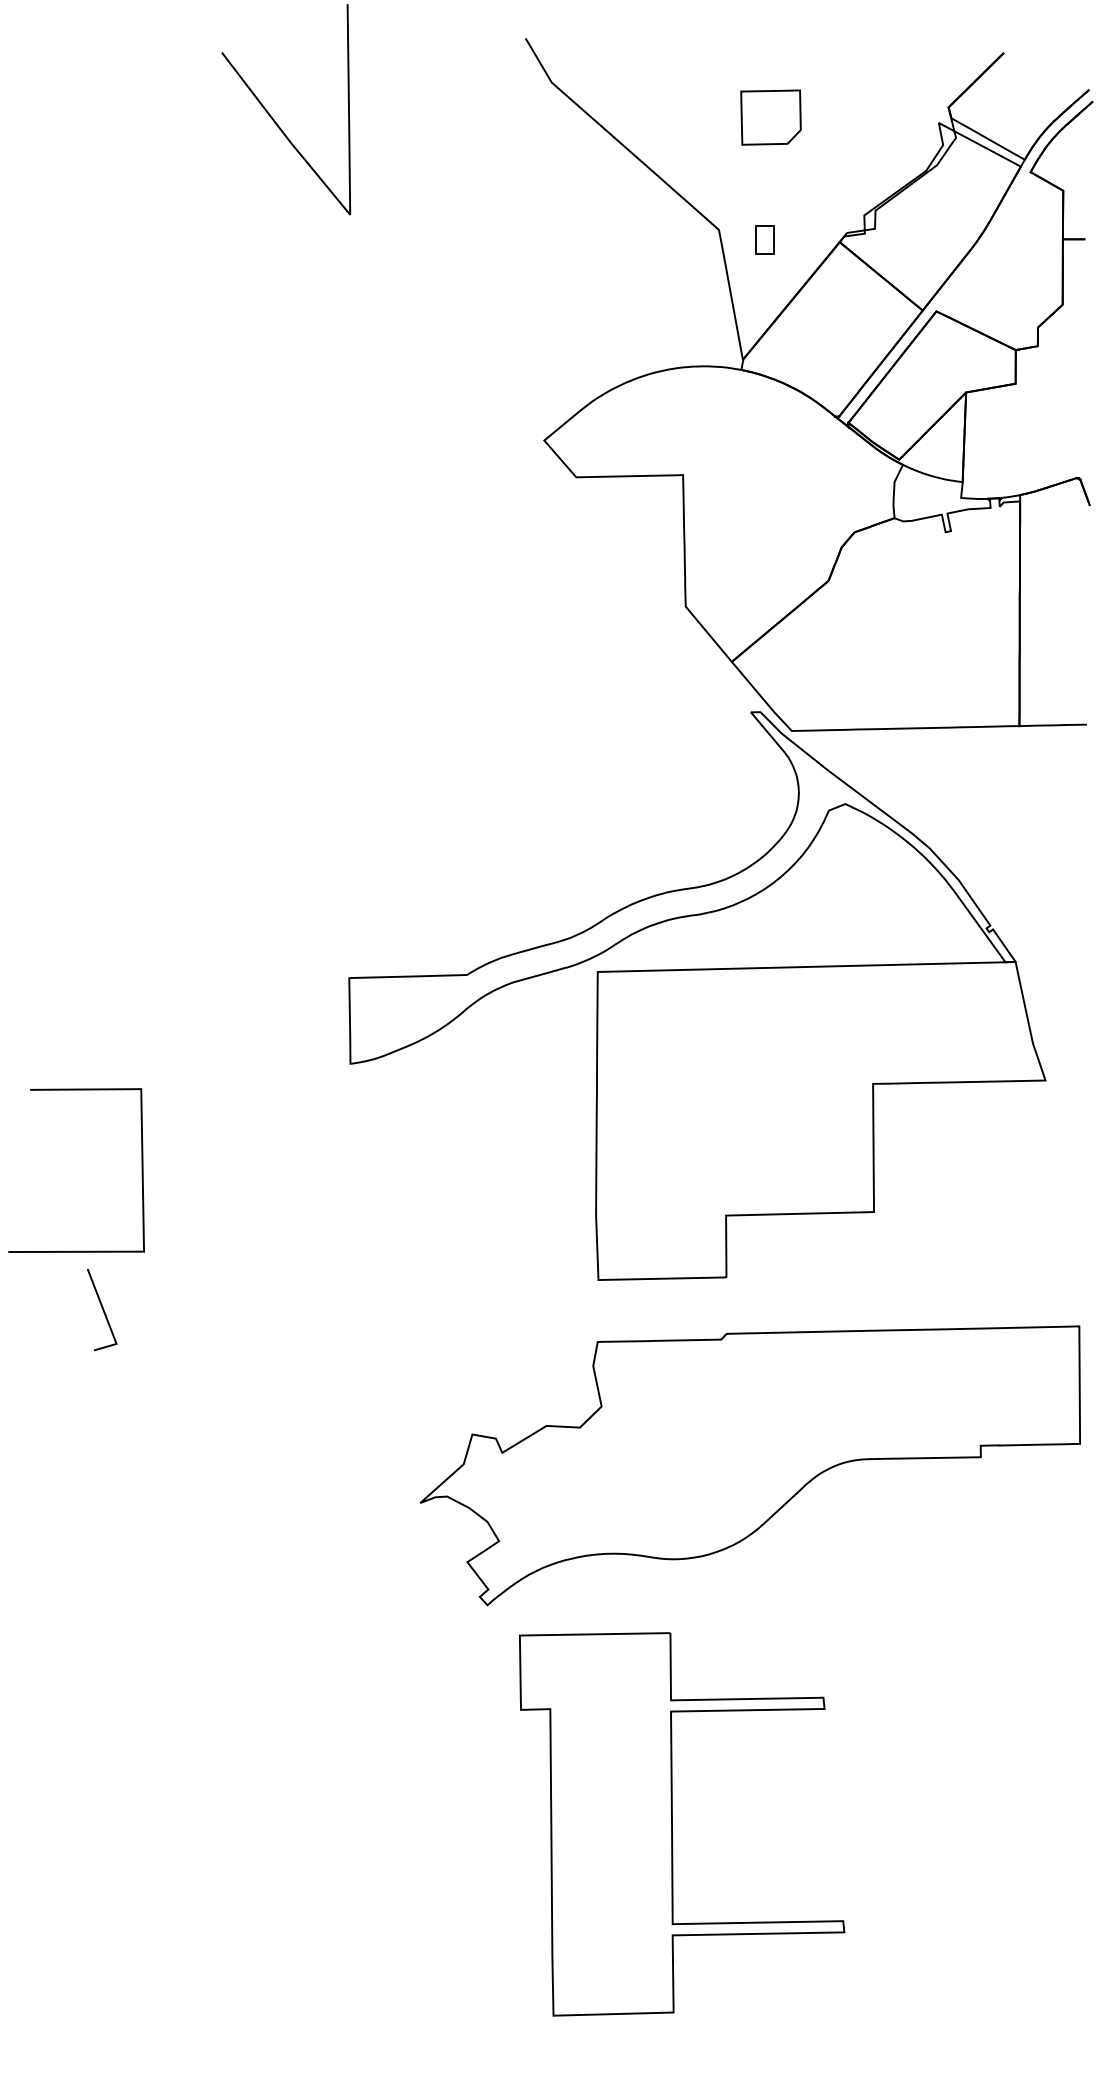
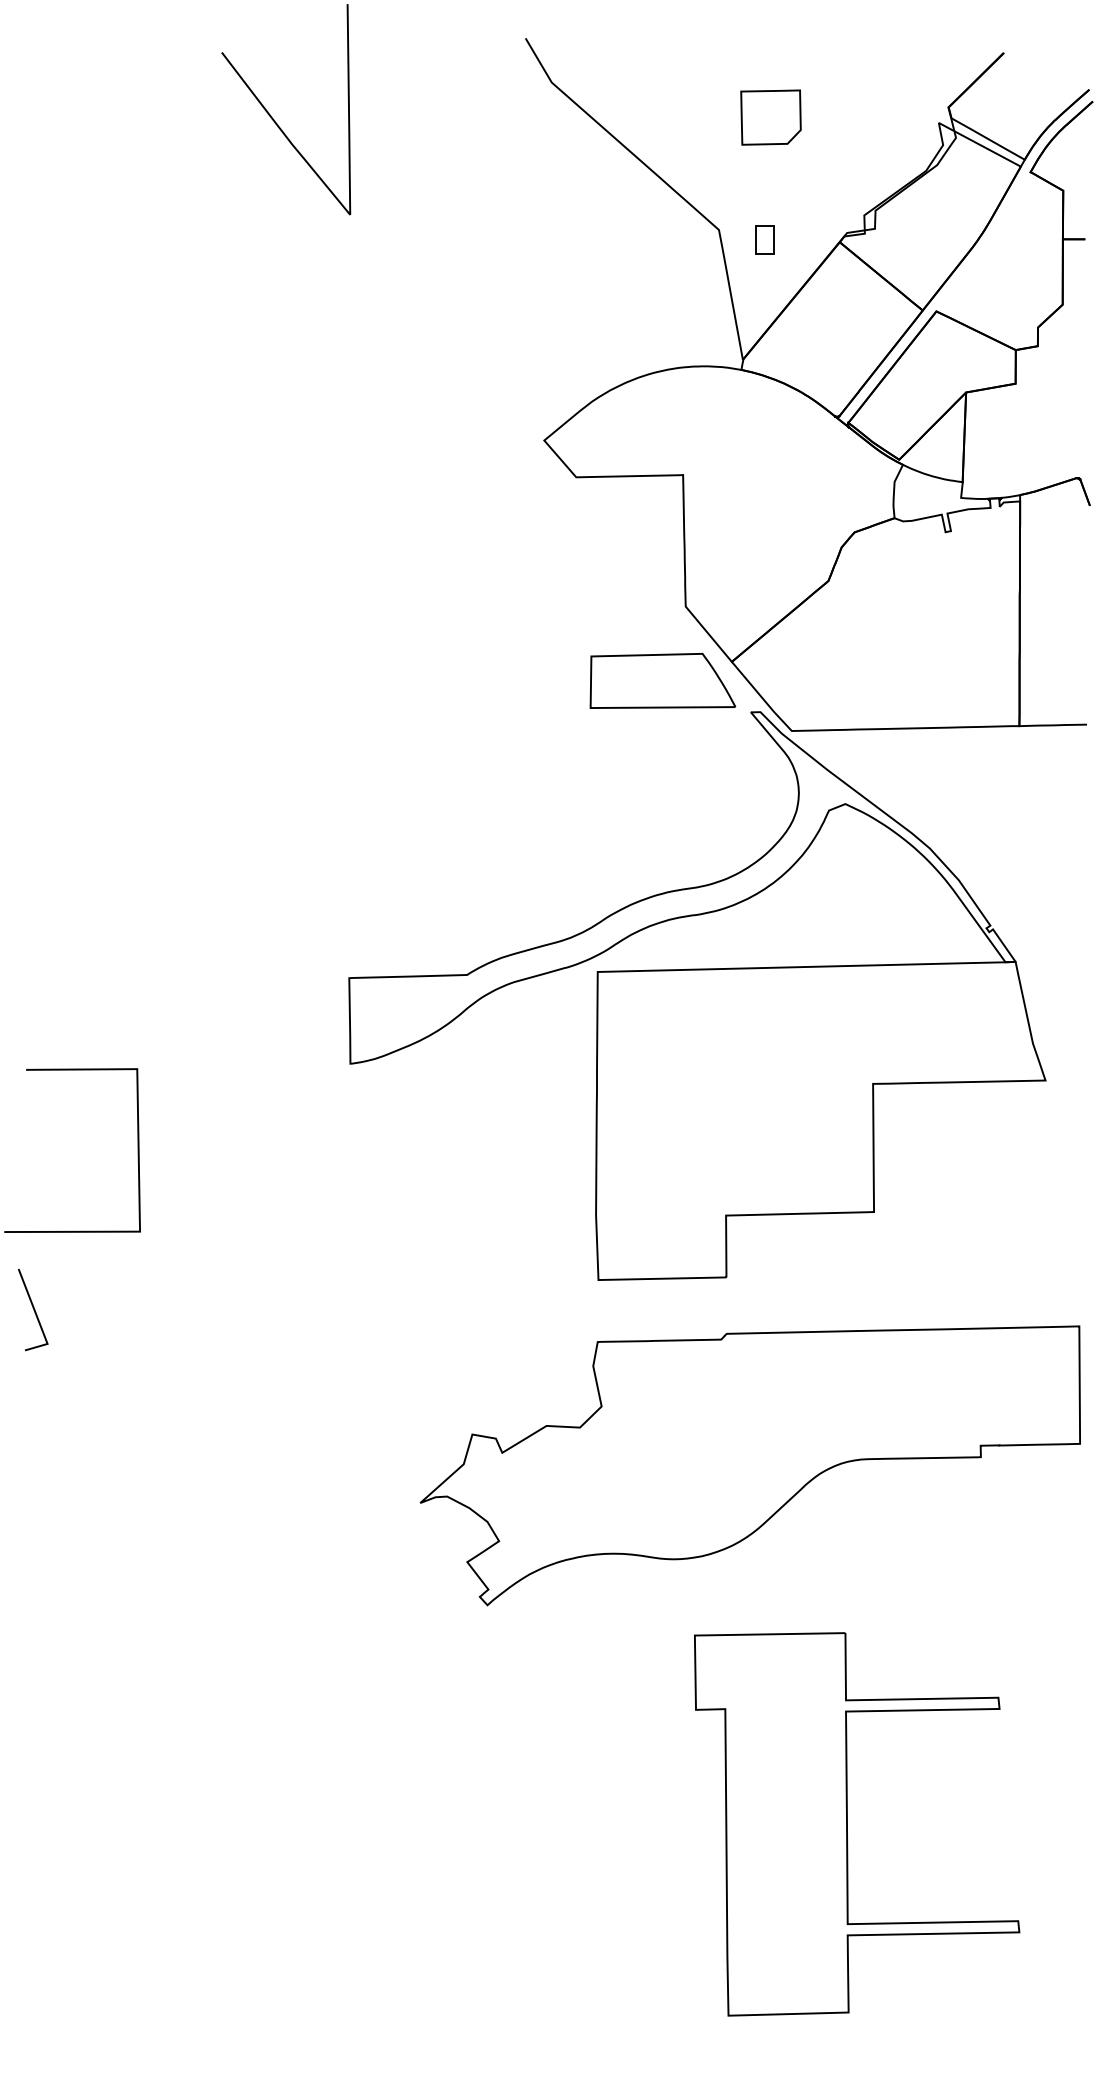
part at (662, 680): none -> present
line at (141, 1170) position: (141, 1170) -> (137, 1150)
line at (102, 1309) position: (102, 1309) -> (33, 1309)
part at (672, 1824) position: (672, 1824) -> (847, 1824)
